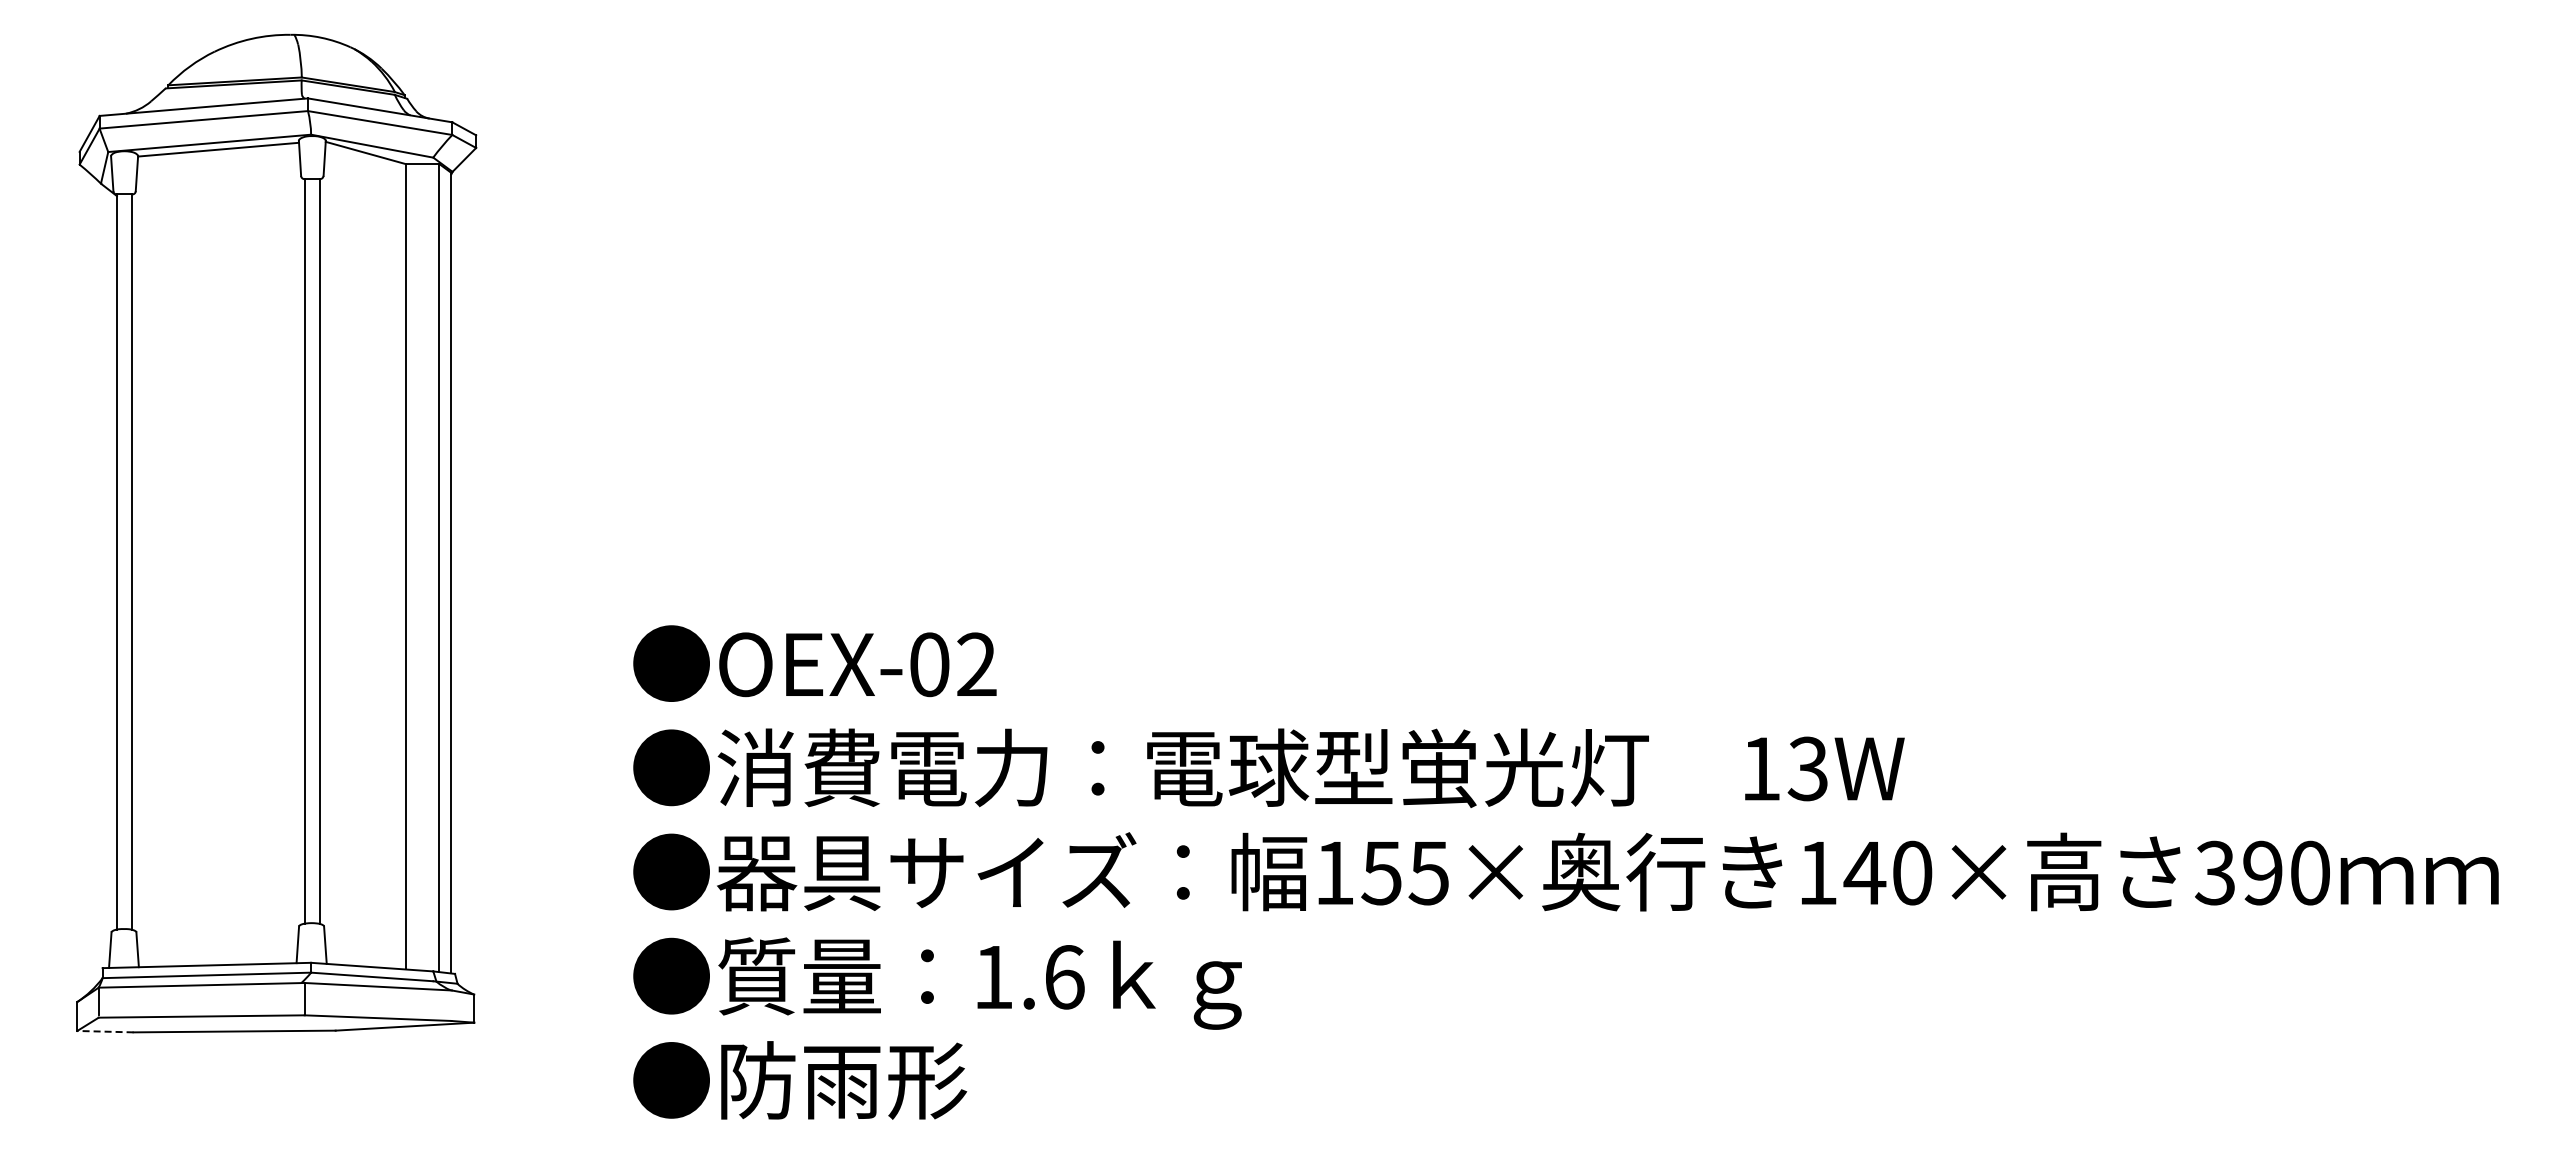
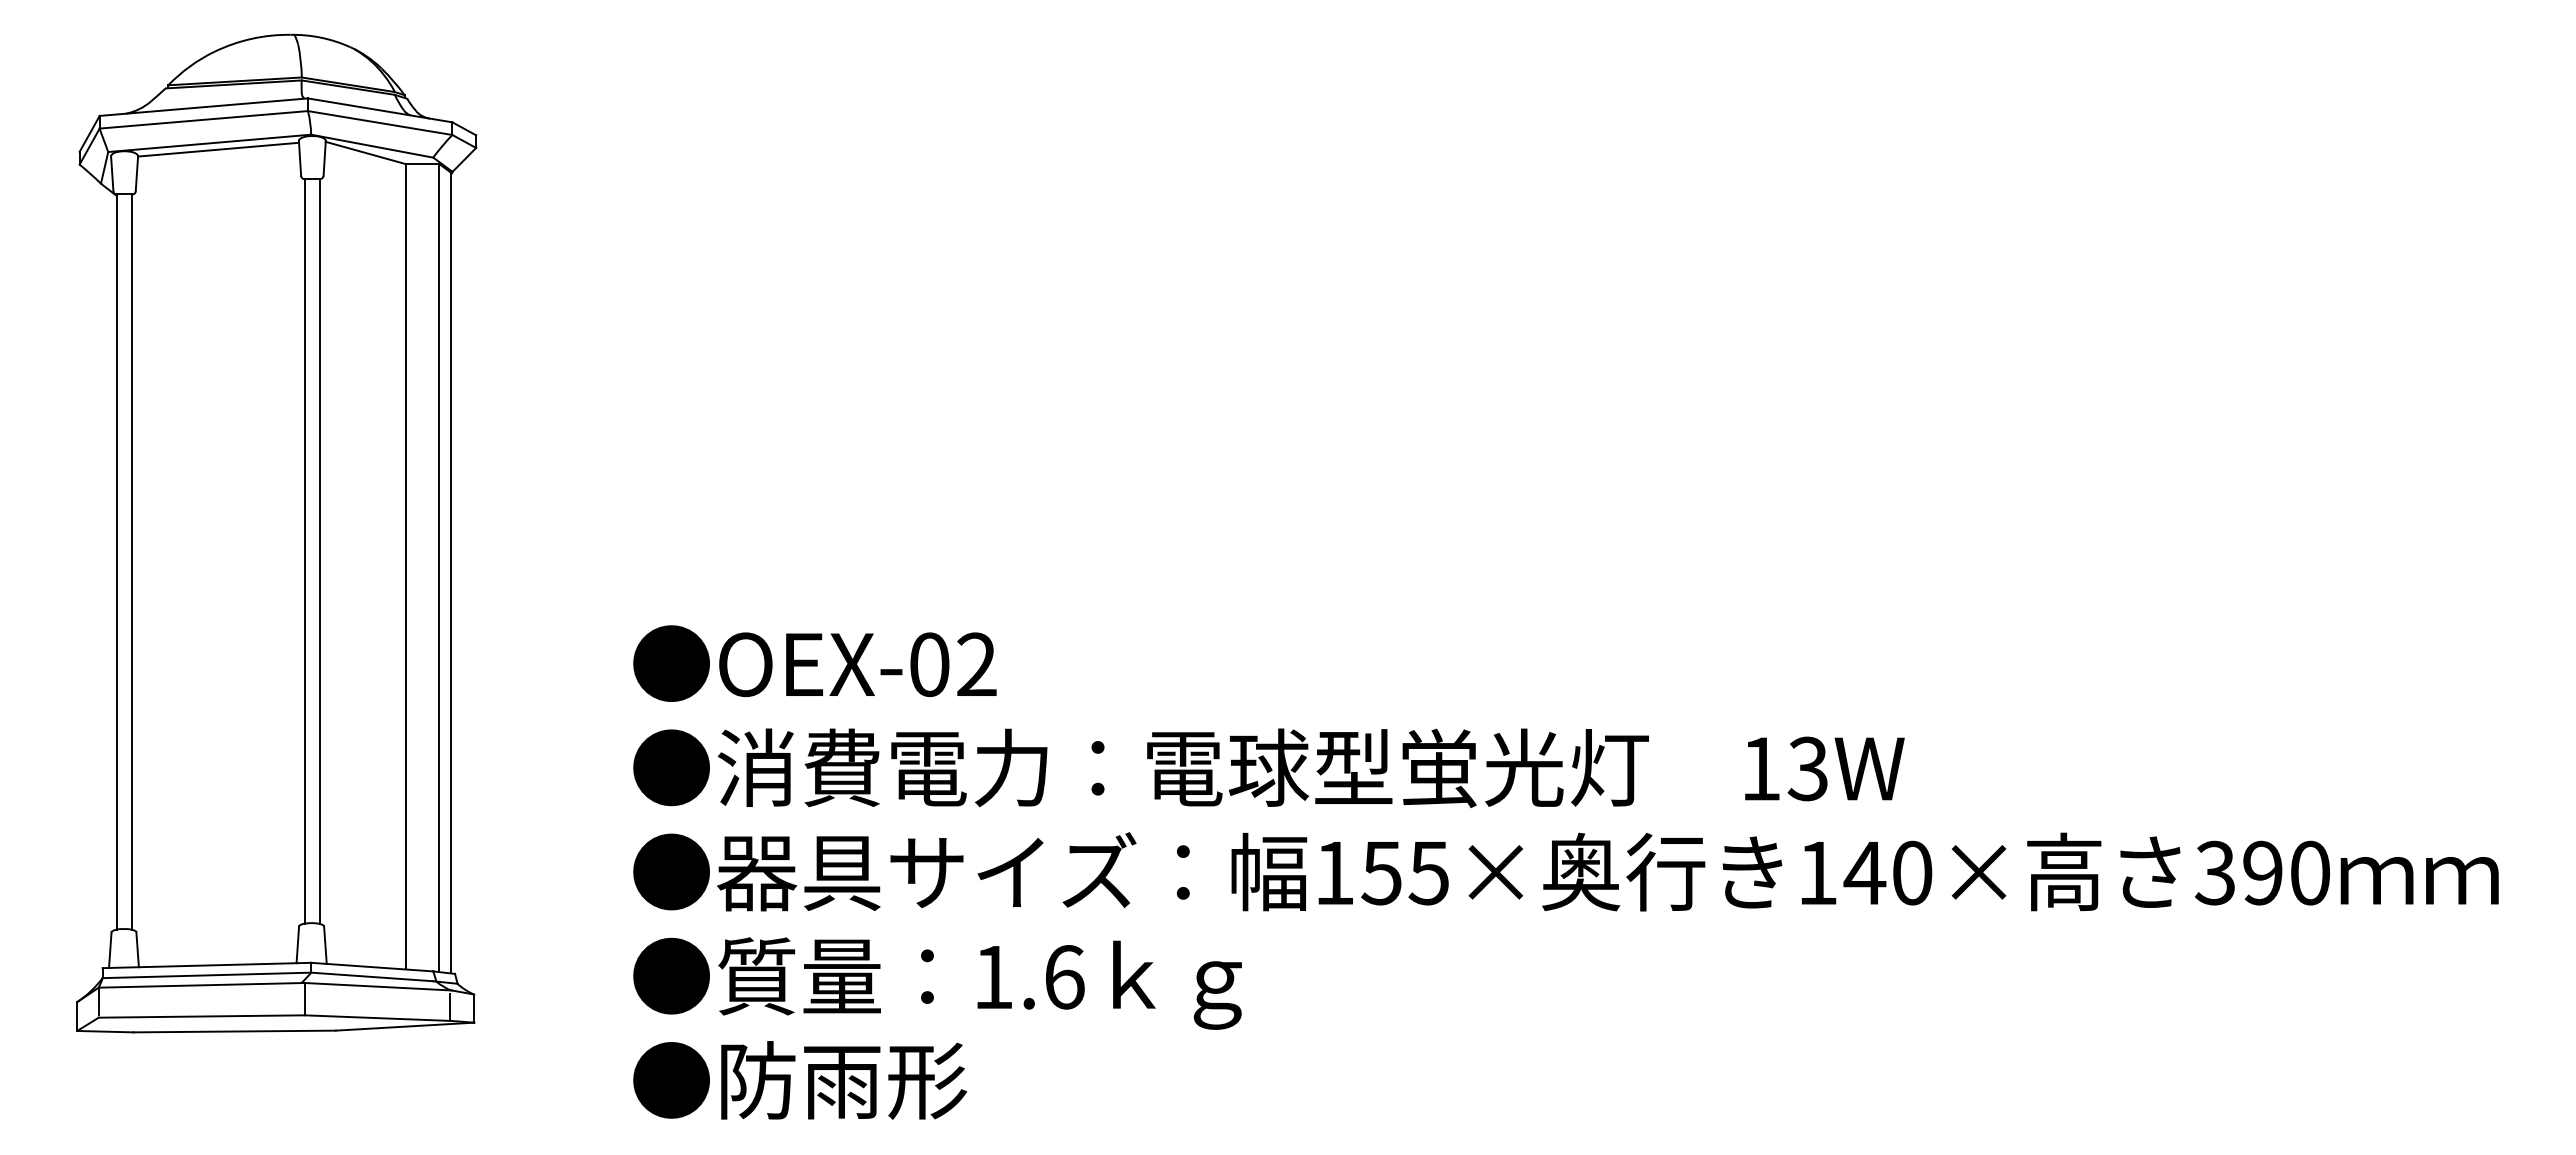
line at (450, 1006): none -> present
line at (104, 1031): dashed -> solid
